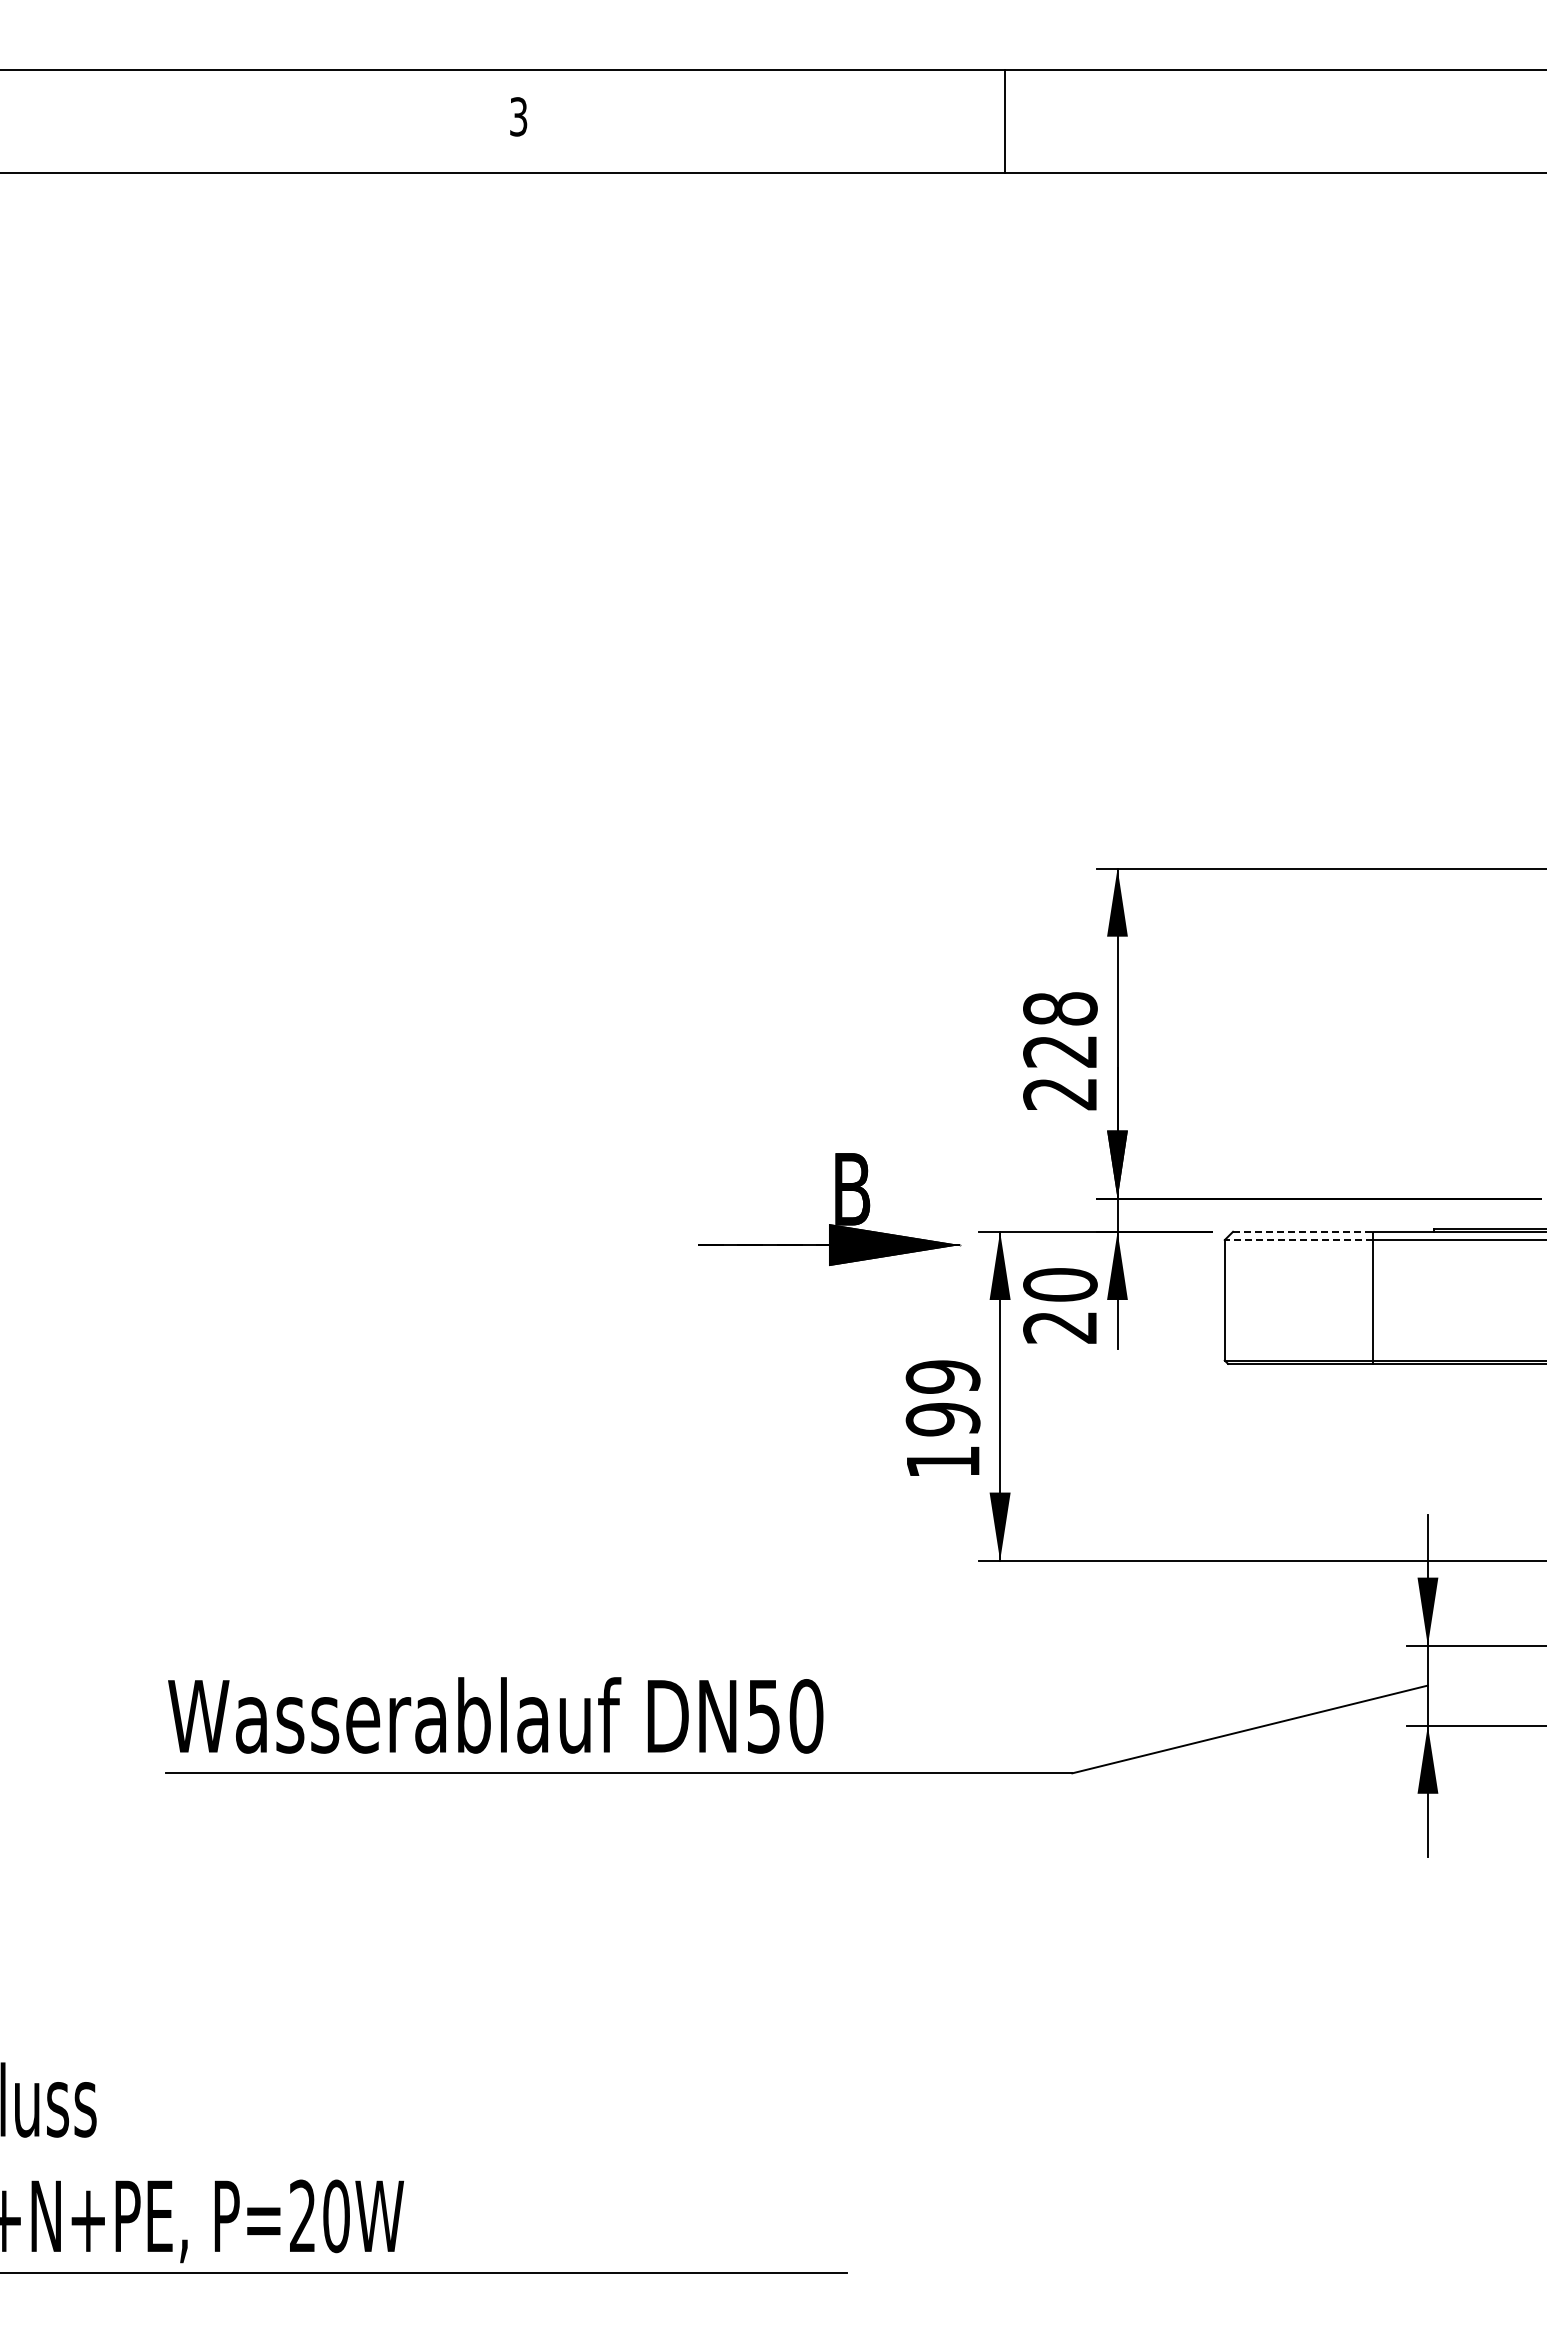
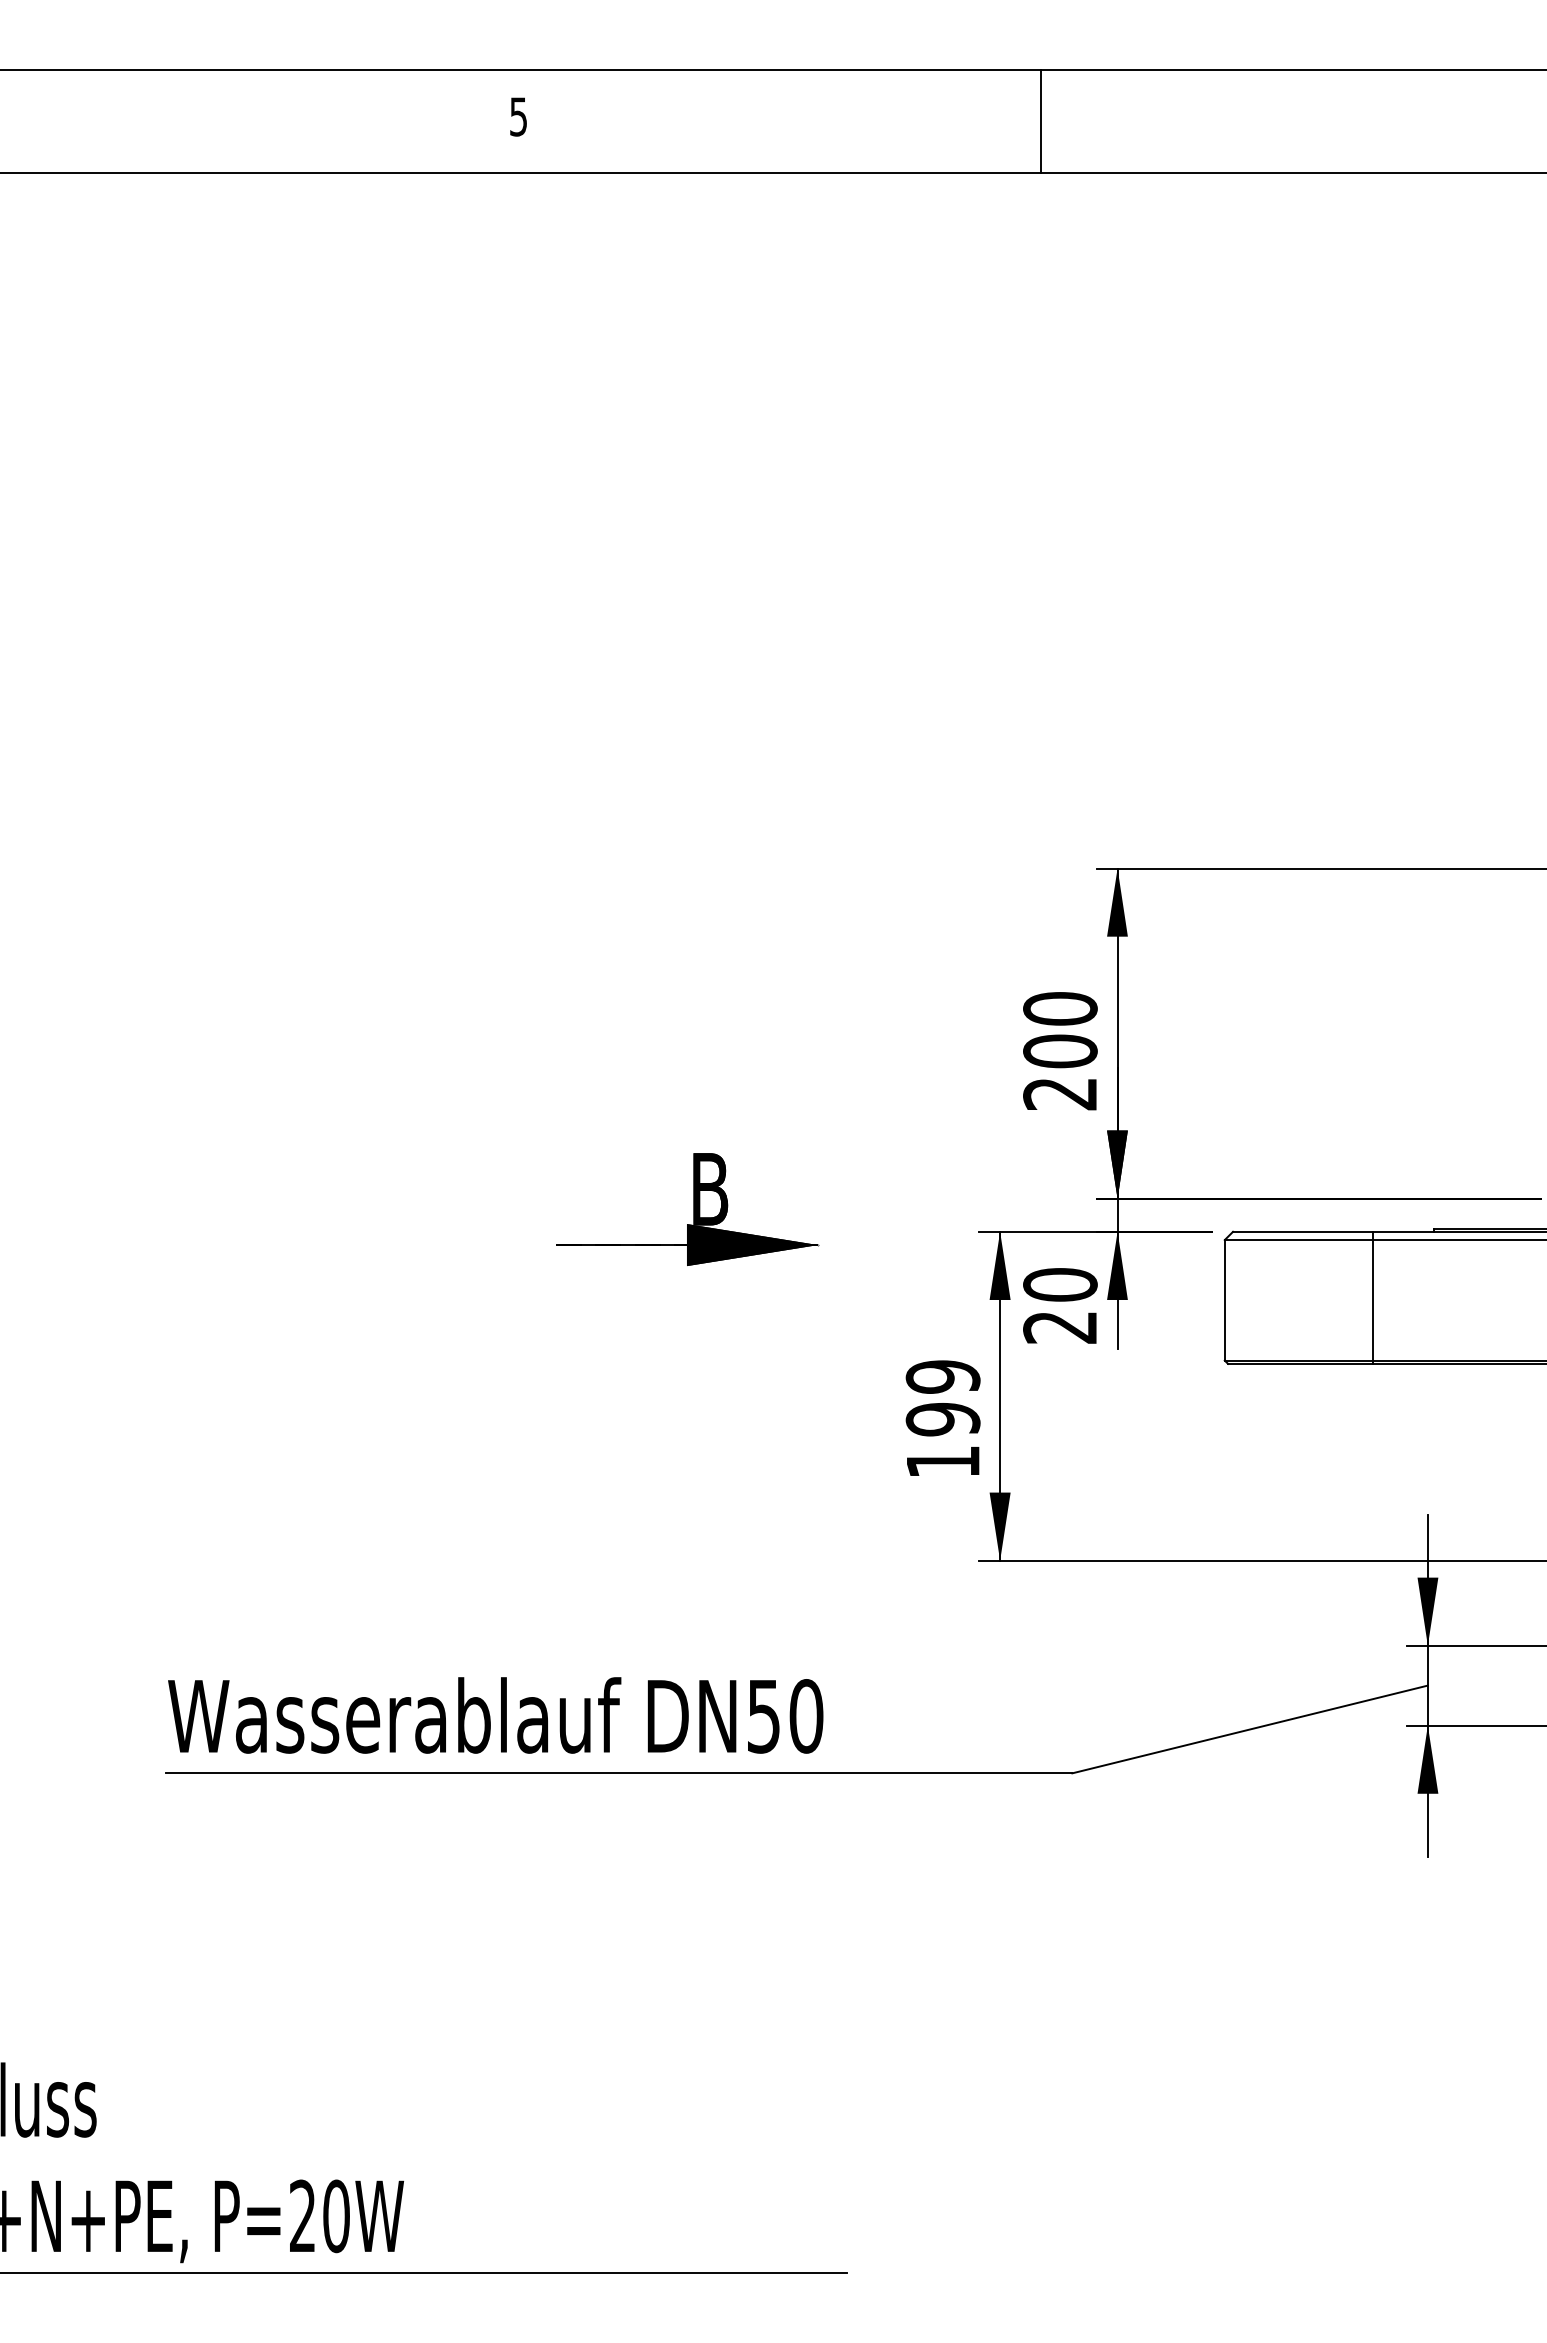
text at (518, 116): 3 -> 5
line at (1004, 121) position: (1004, 121) -> (1040, 121)
text at (1060, 1030): 228 -> 200
part at (829, 1209) position: (829, 1209) -> (687, 1209)
line at (1303, 1231): dashed -> solid
line at (1298, 1240): dashed -> solid
